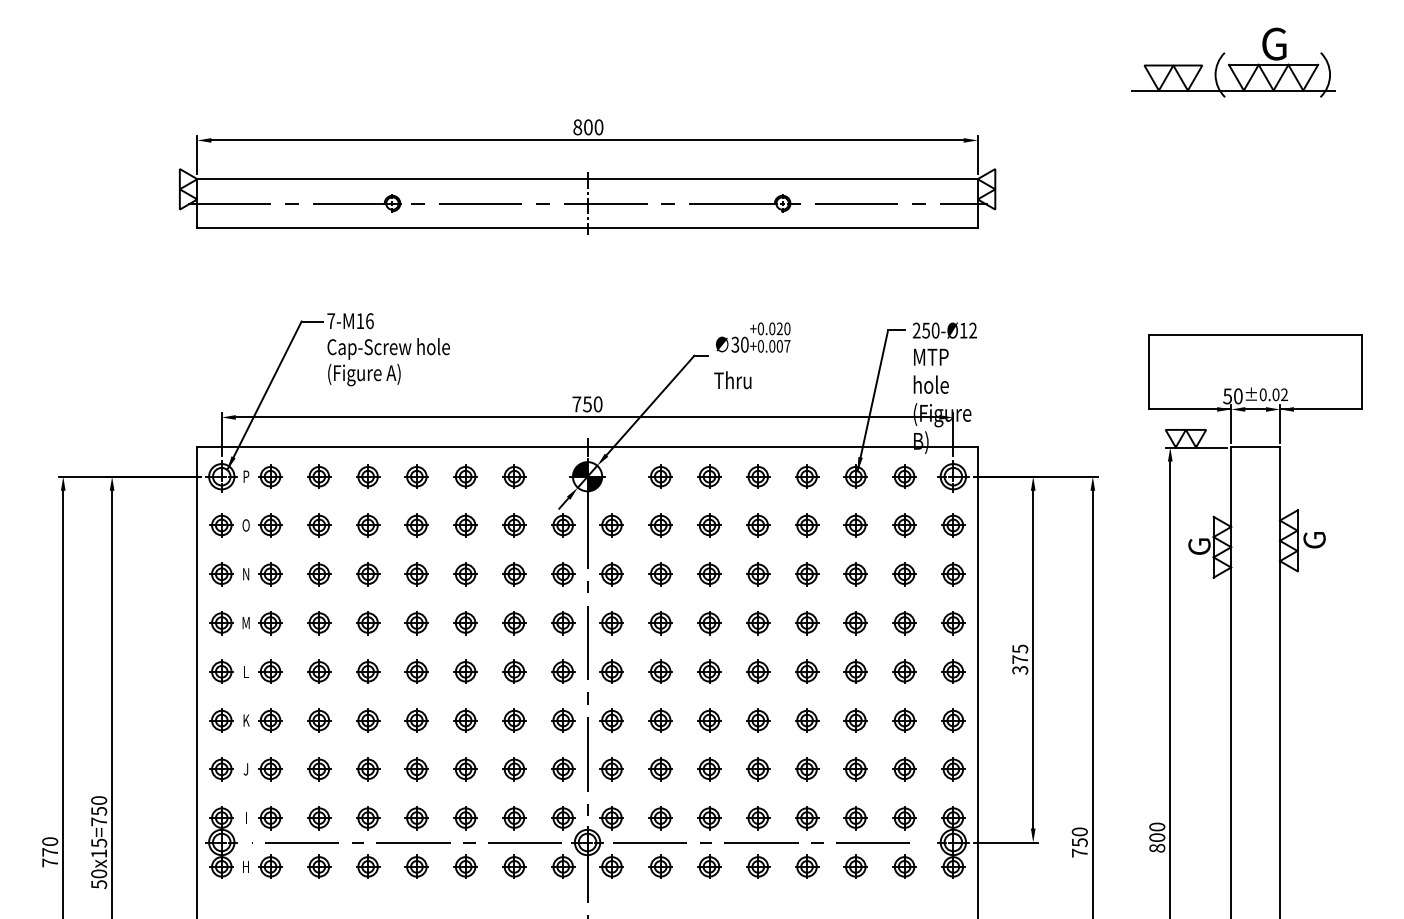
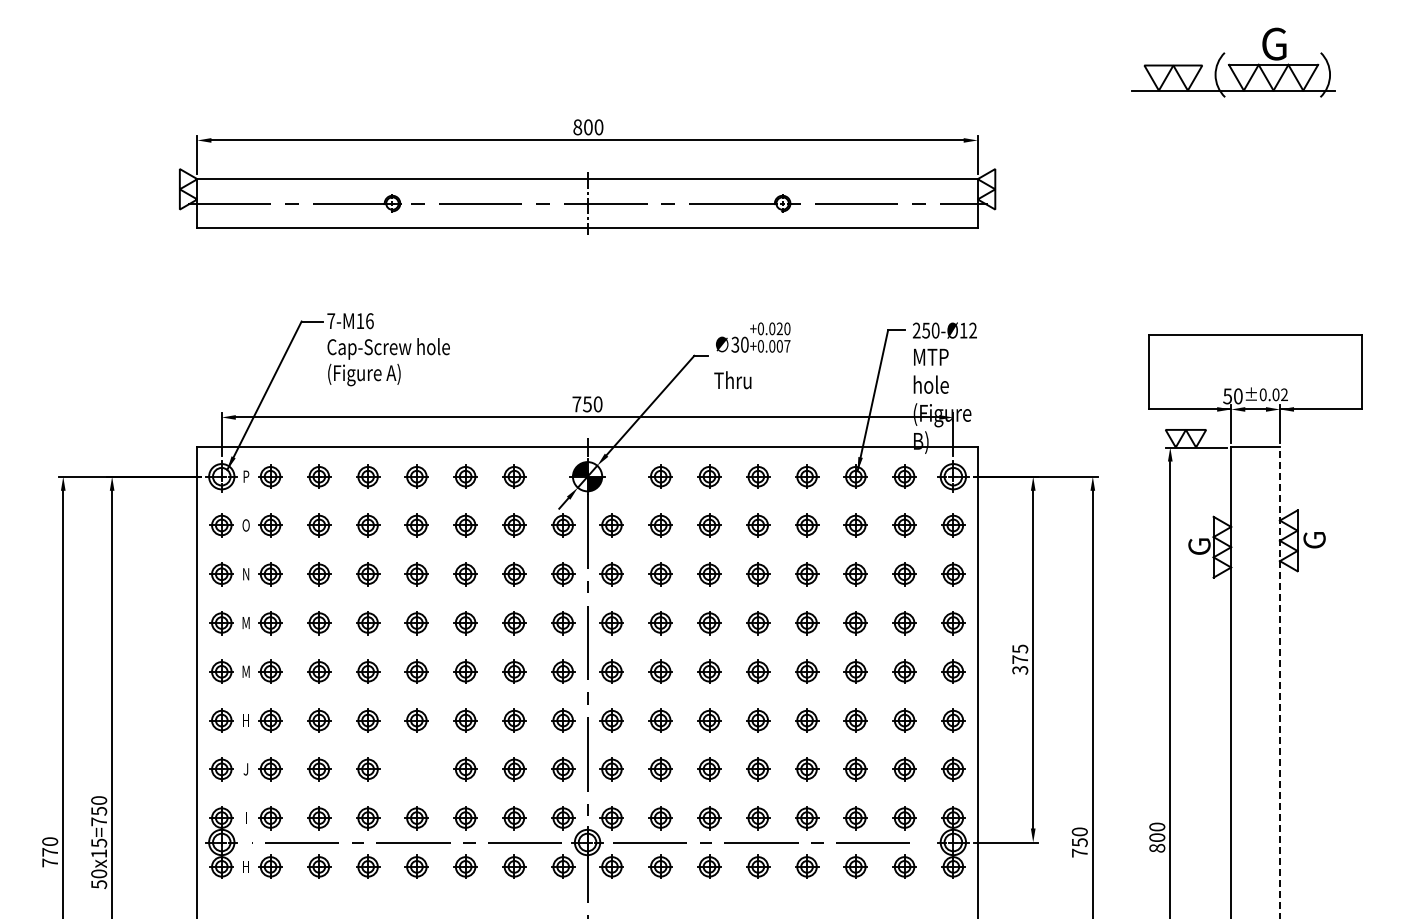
text at (245, 671): L -> M
line at (1279, 682): solid -> dashed
text at (246, 720): K -> H
part at (416, 769): present -> none
